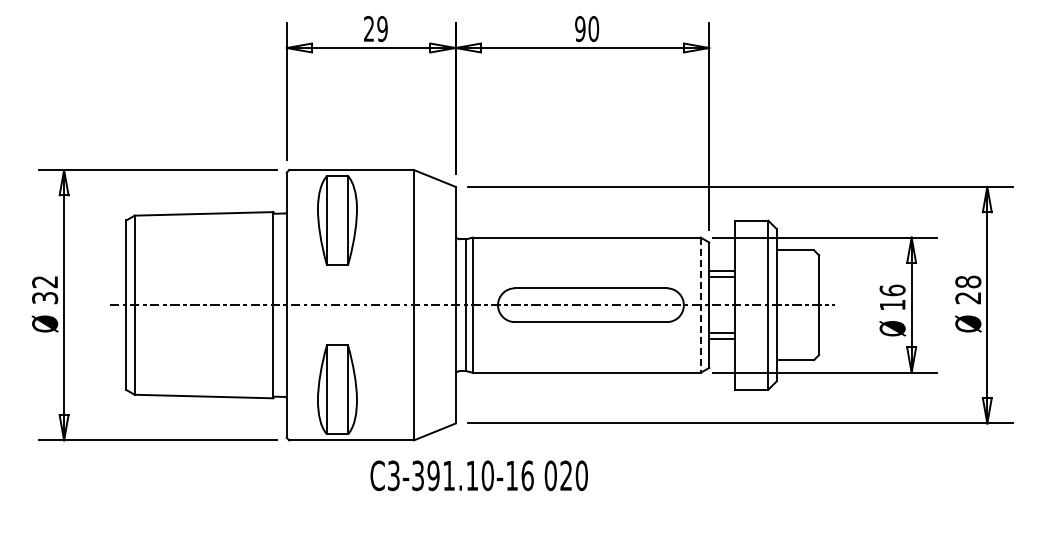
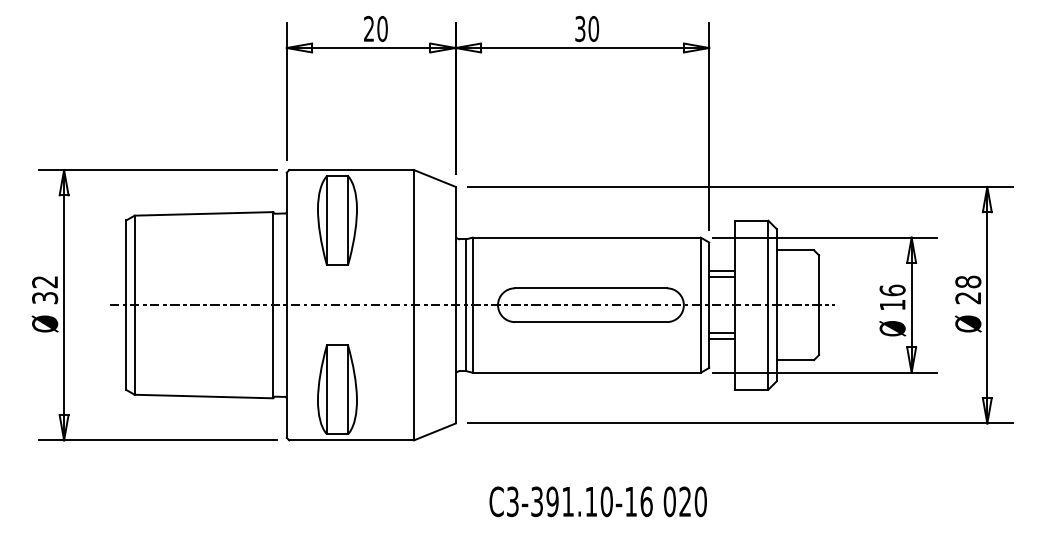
text at (580, 28): 90 -> 30
text at (382, 29): 29 -> 20
line at (700, 305): dashed -> solid
text at (478, 475) position: (478, 475) -> (597, 501)
